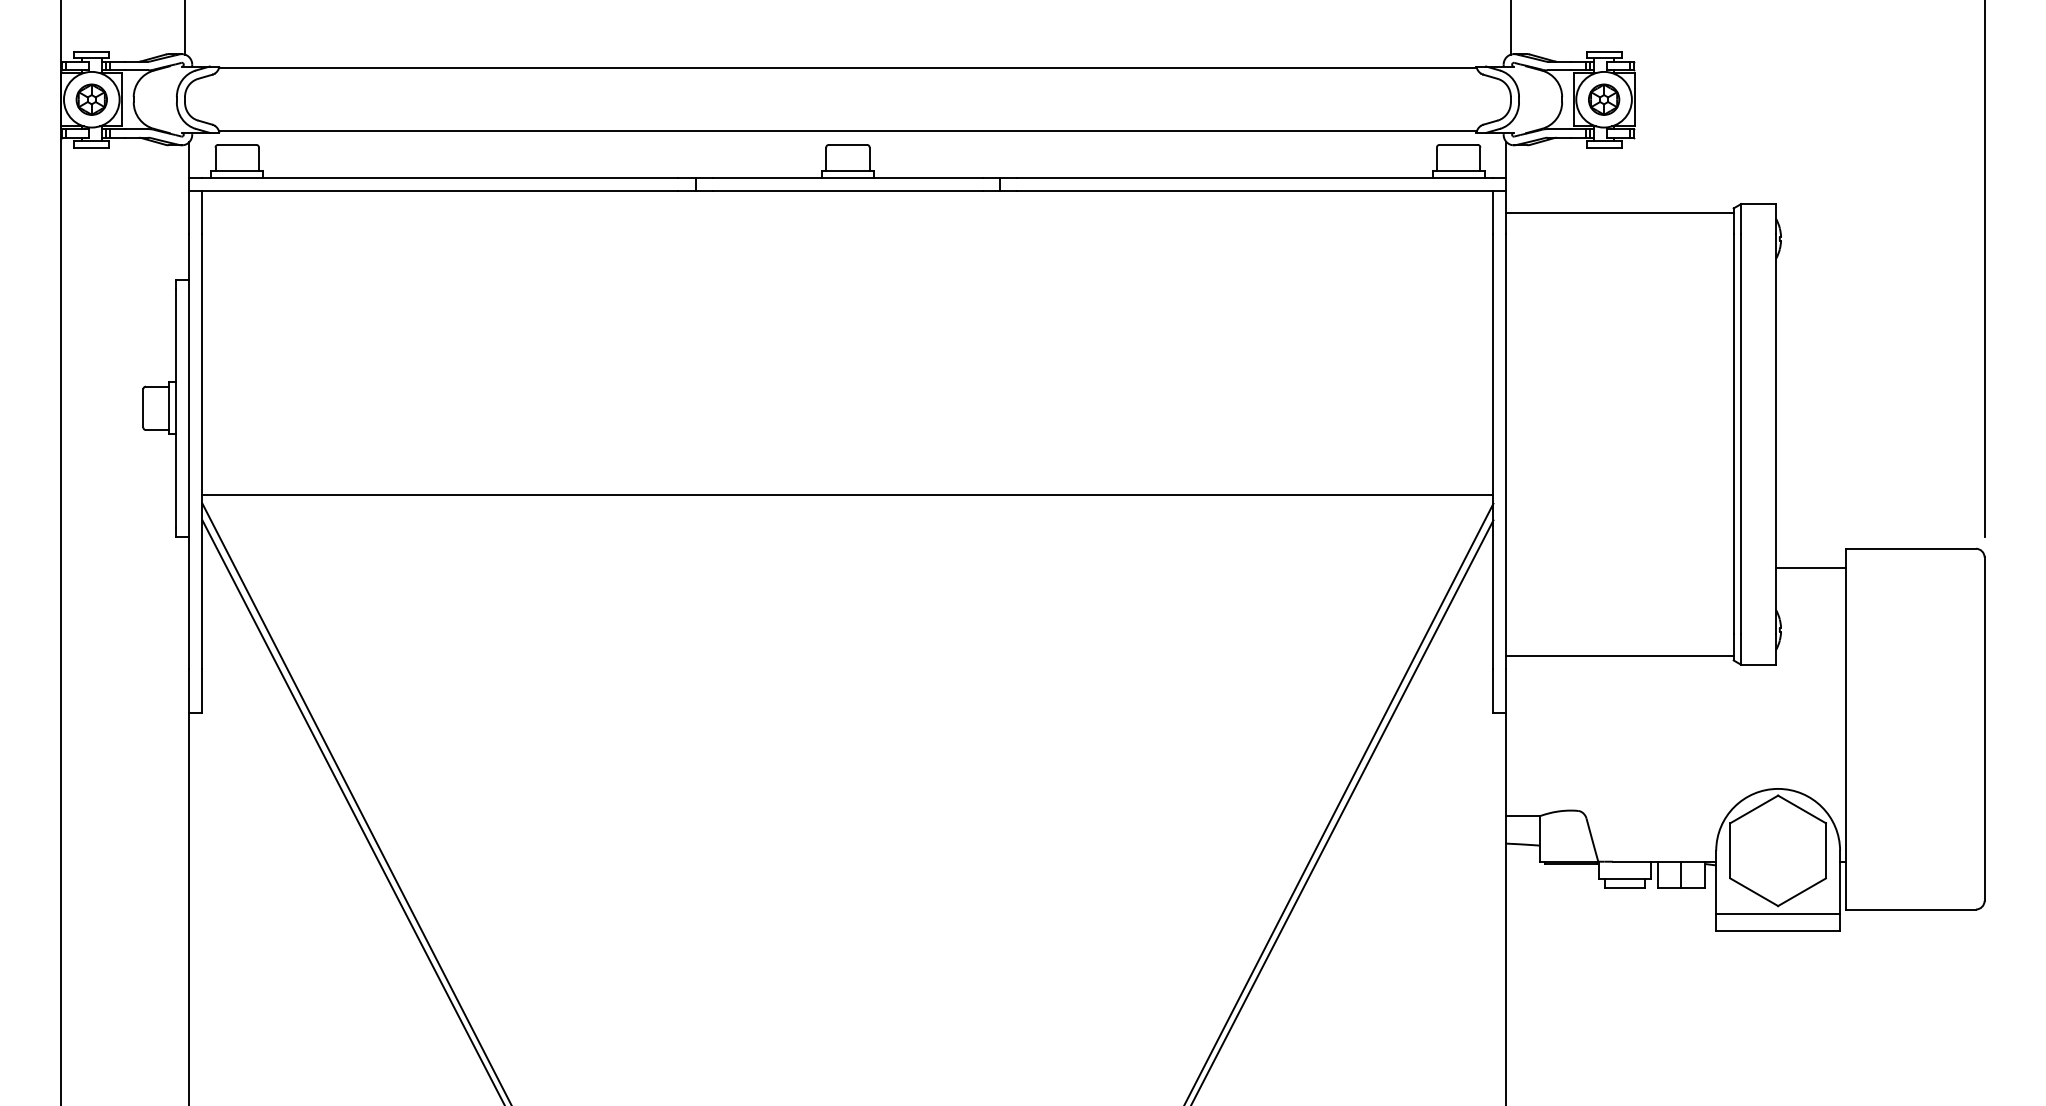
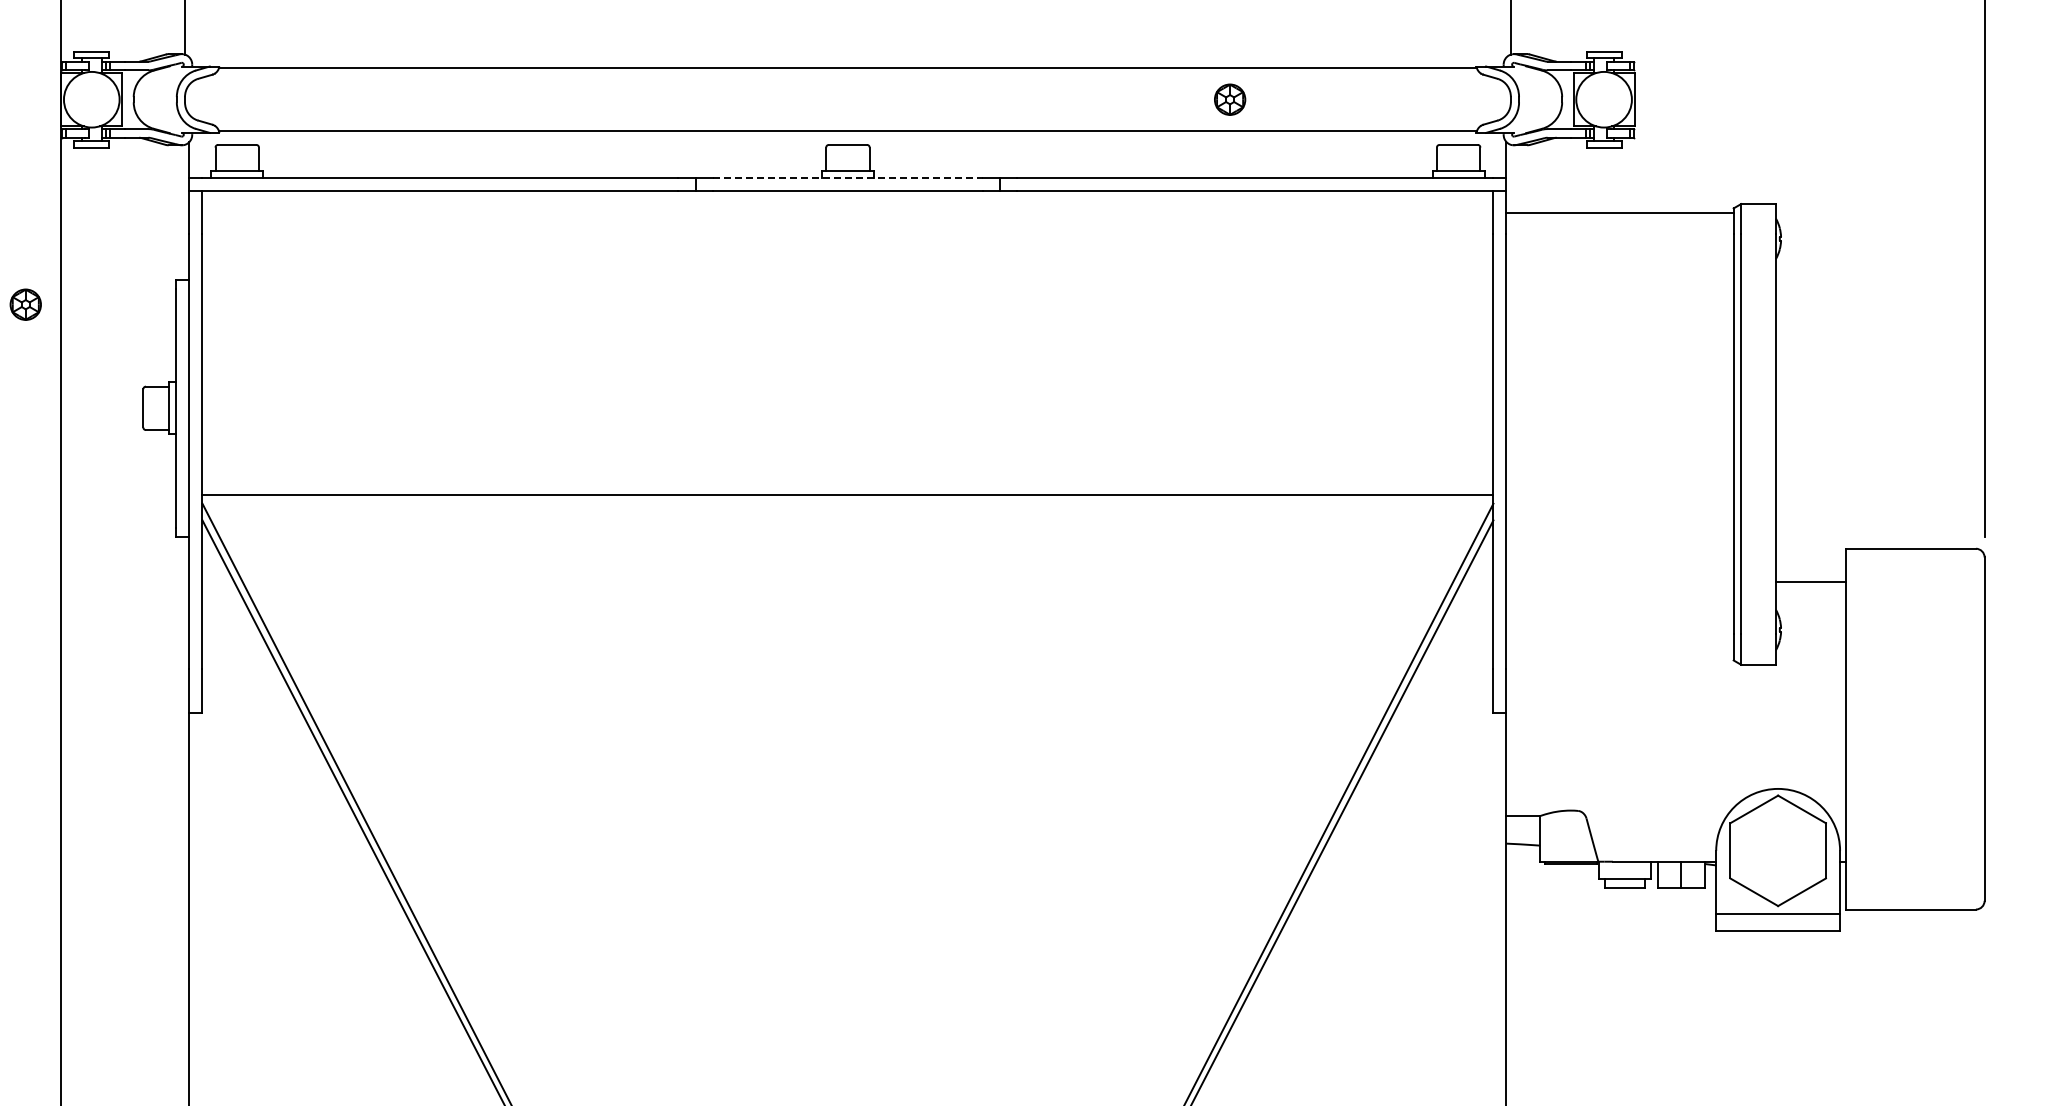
part at (91, 99) position: (91, 99) -> (25, 304)
part at (1604, 99) position: (1604, 99) -> (1230, 99)
line at (847, 177): solid -> dashed
line at (1810, 568) position: (1810, 568) -> (1810, 582)
line at (1619, 656): present -> none
